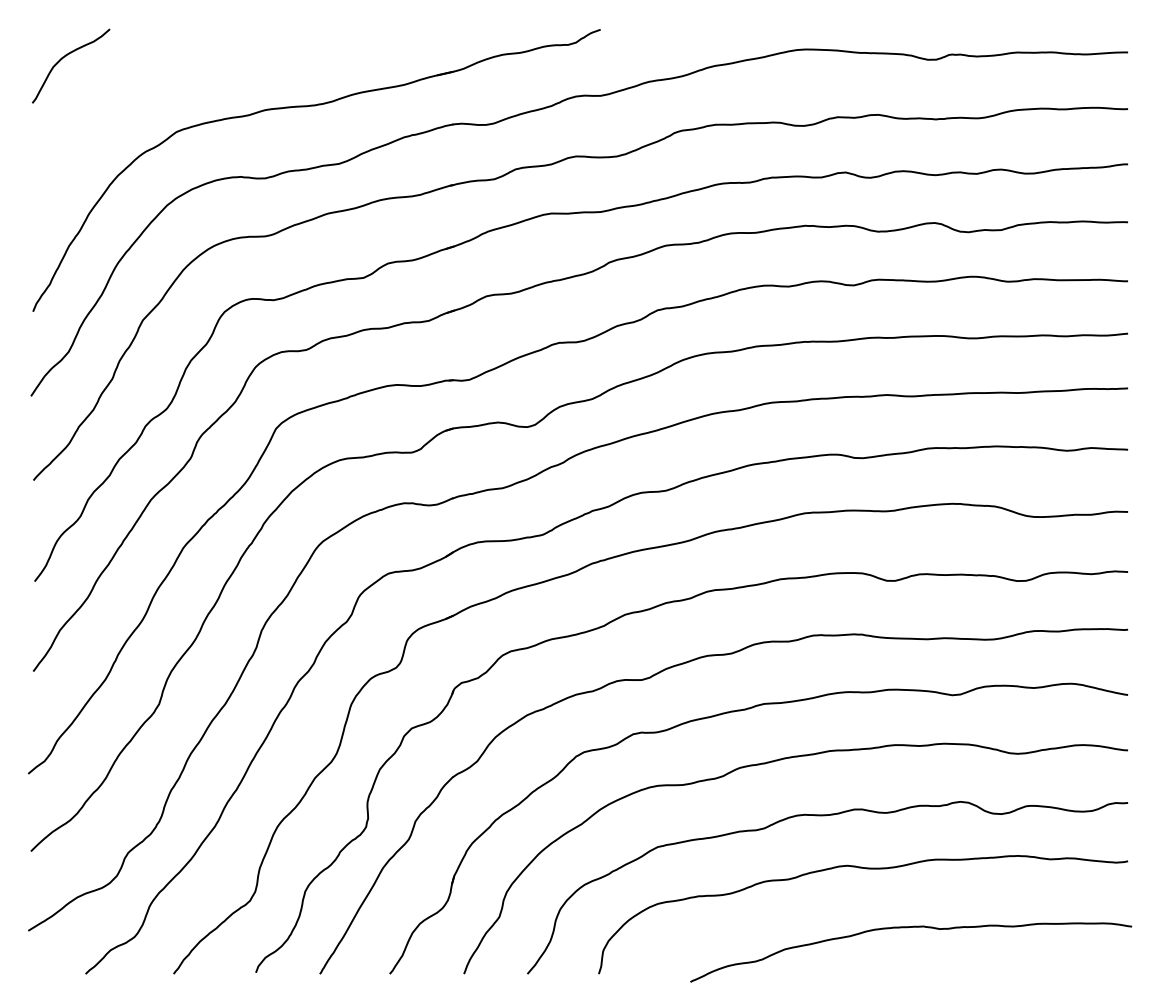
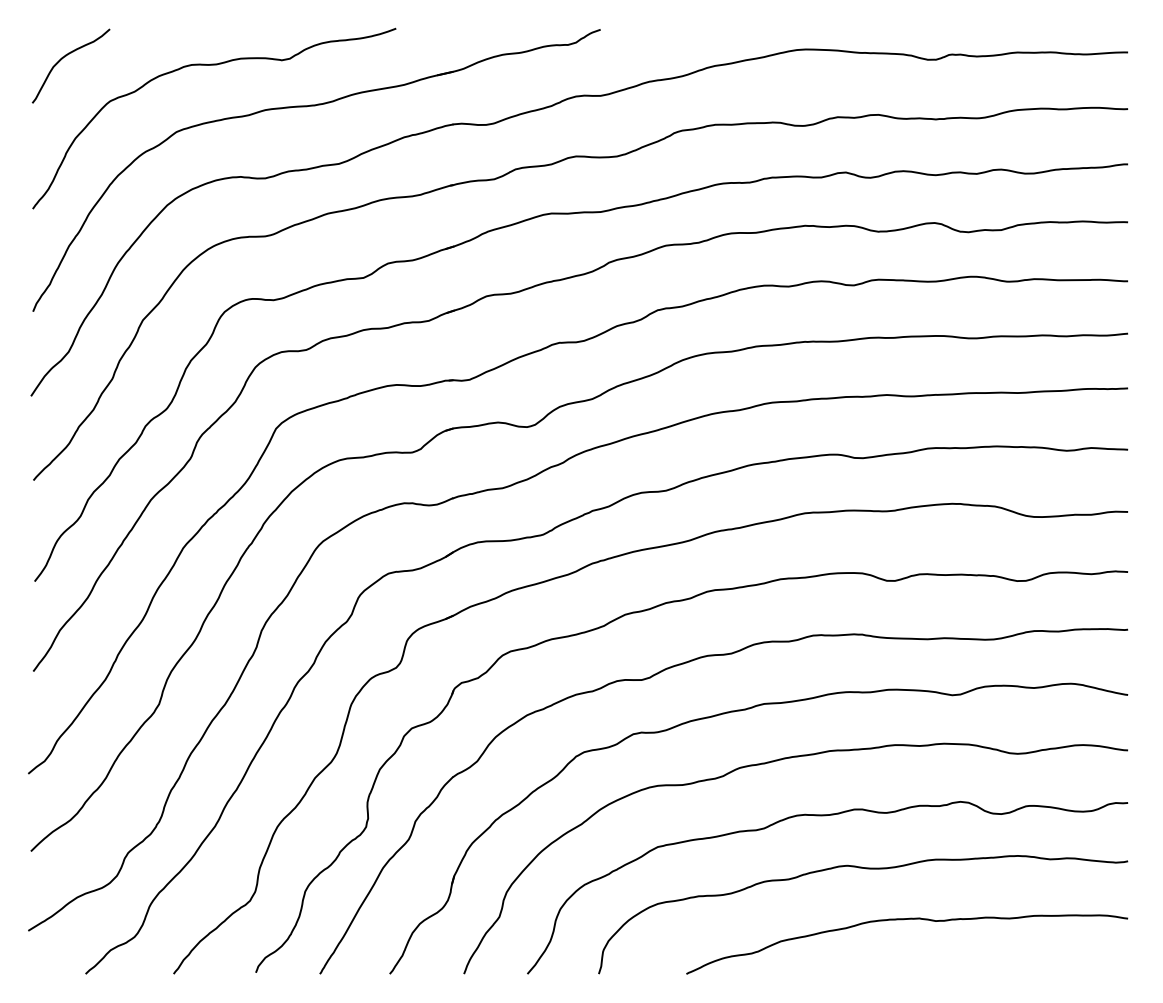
curve at (214, 65): none -> present
curve at (907, 928) position: (907, 928) -> (903, 920)
